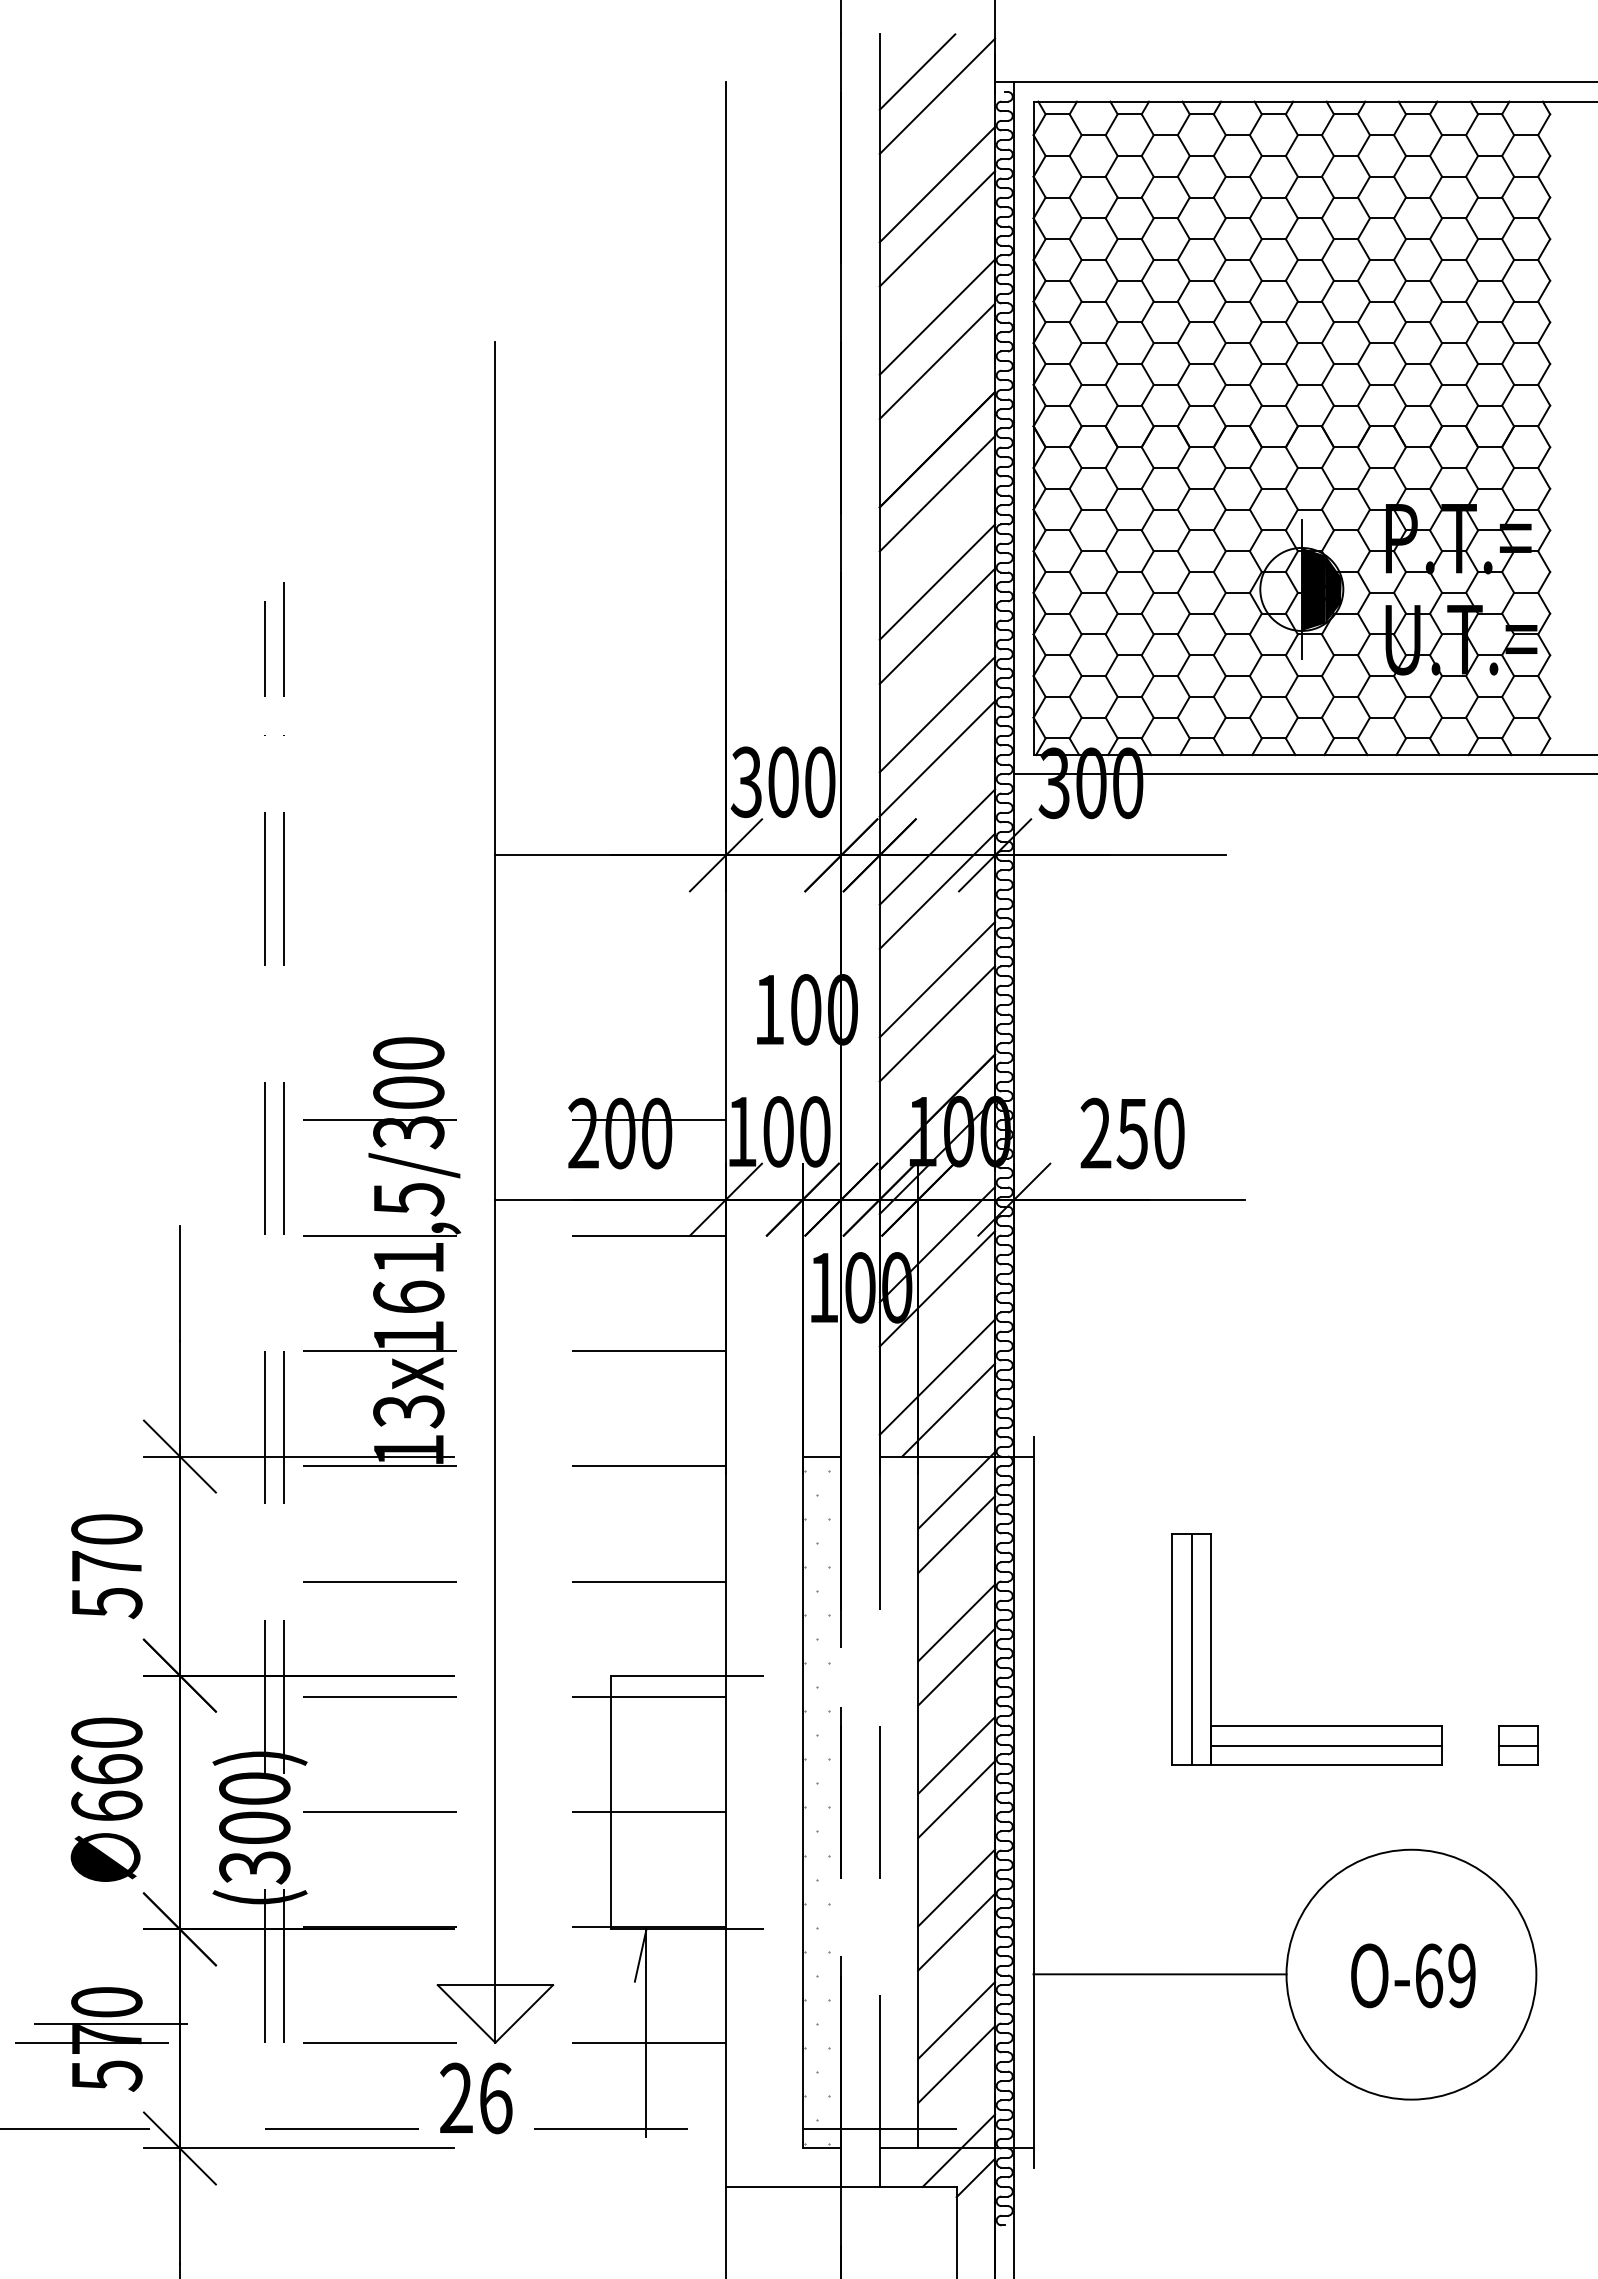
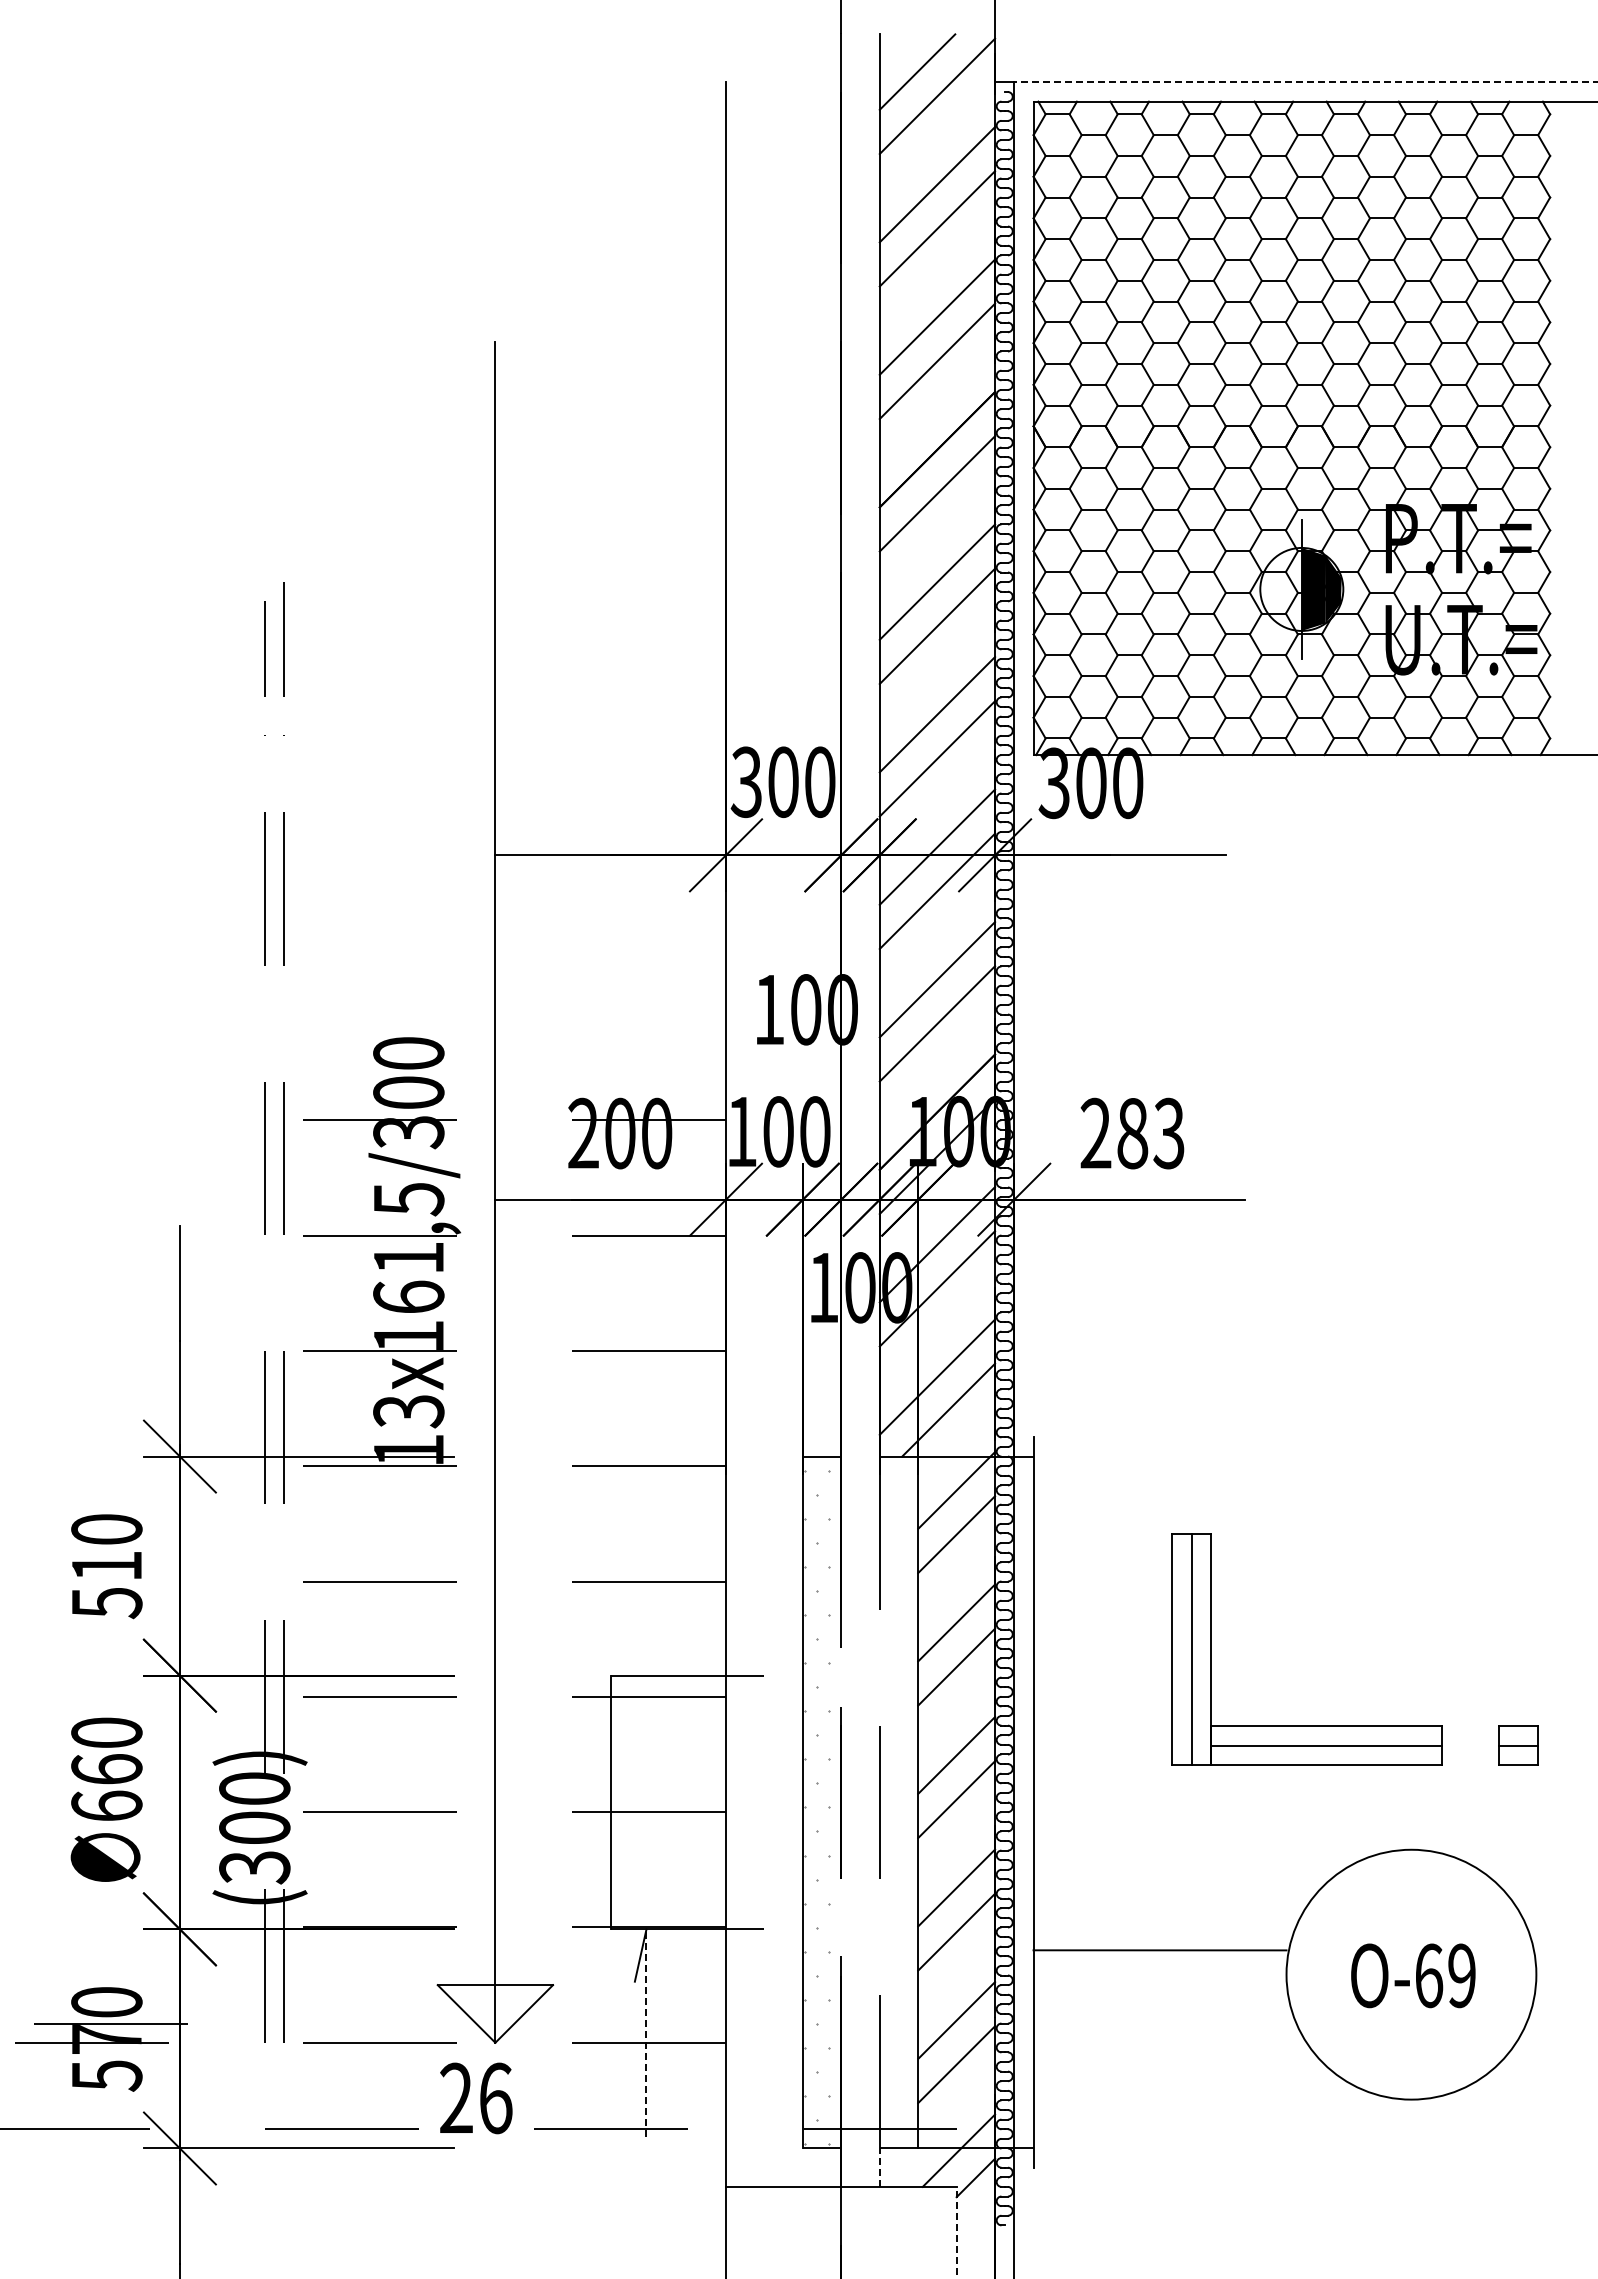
line at (1305, 82): solid -> dashed
line at (1304, 774): present -> none
text at (1150, 1133): 250 -> 283
text at (106, 1566): 570 -> 510
line at (1159, 1974) position: (1159, 1974) -> (1159, 1950)
line at (646, 2032): solid -> dashed
line at (879, 2167): solid -> dashed
line at (956, 2232): solid -> dashed
